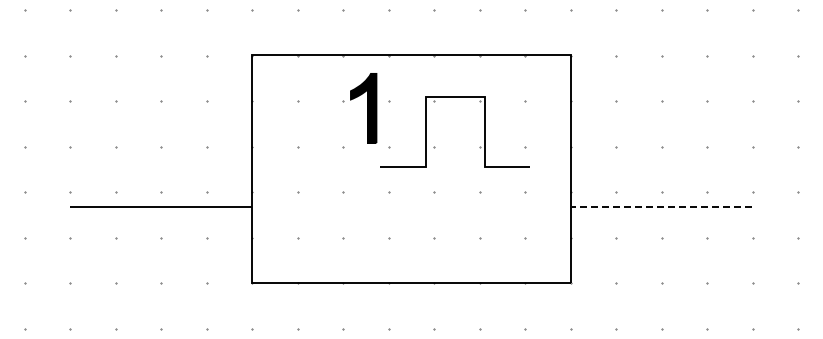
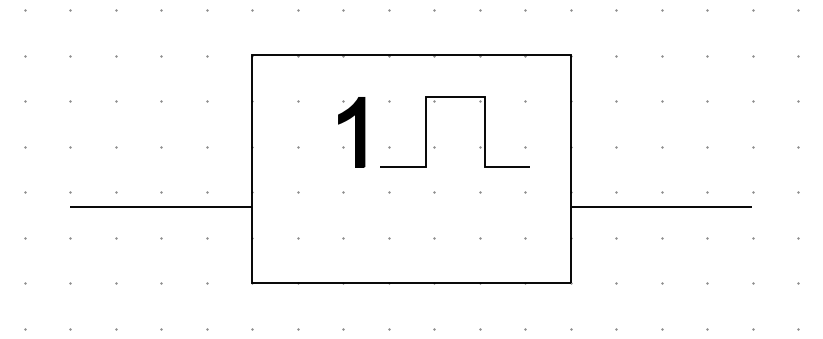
part at (363, 108) position: (363, 108) -> (351, 132)
line at (661, 206): dashed -> solid
